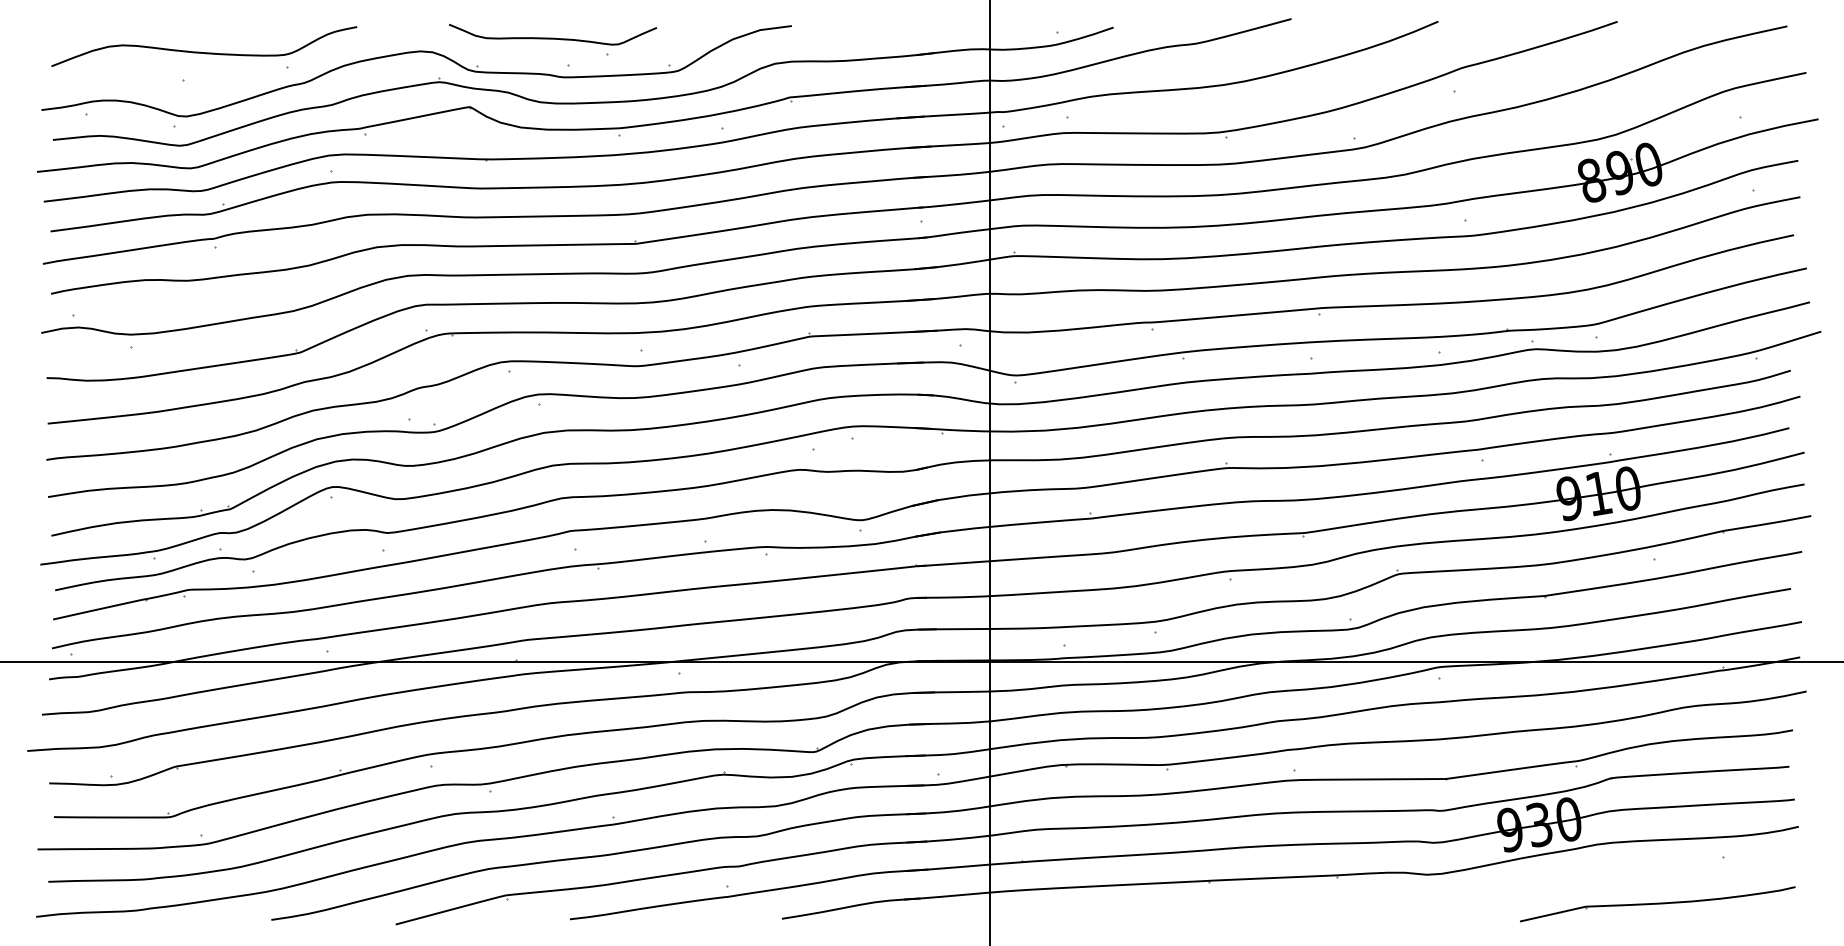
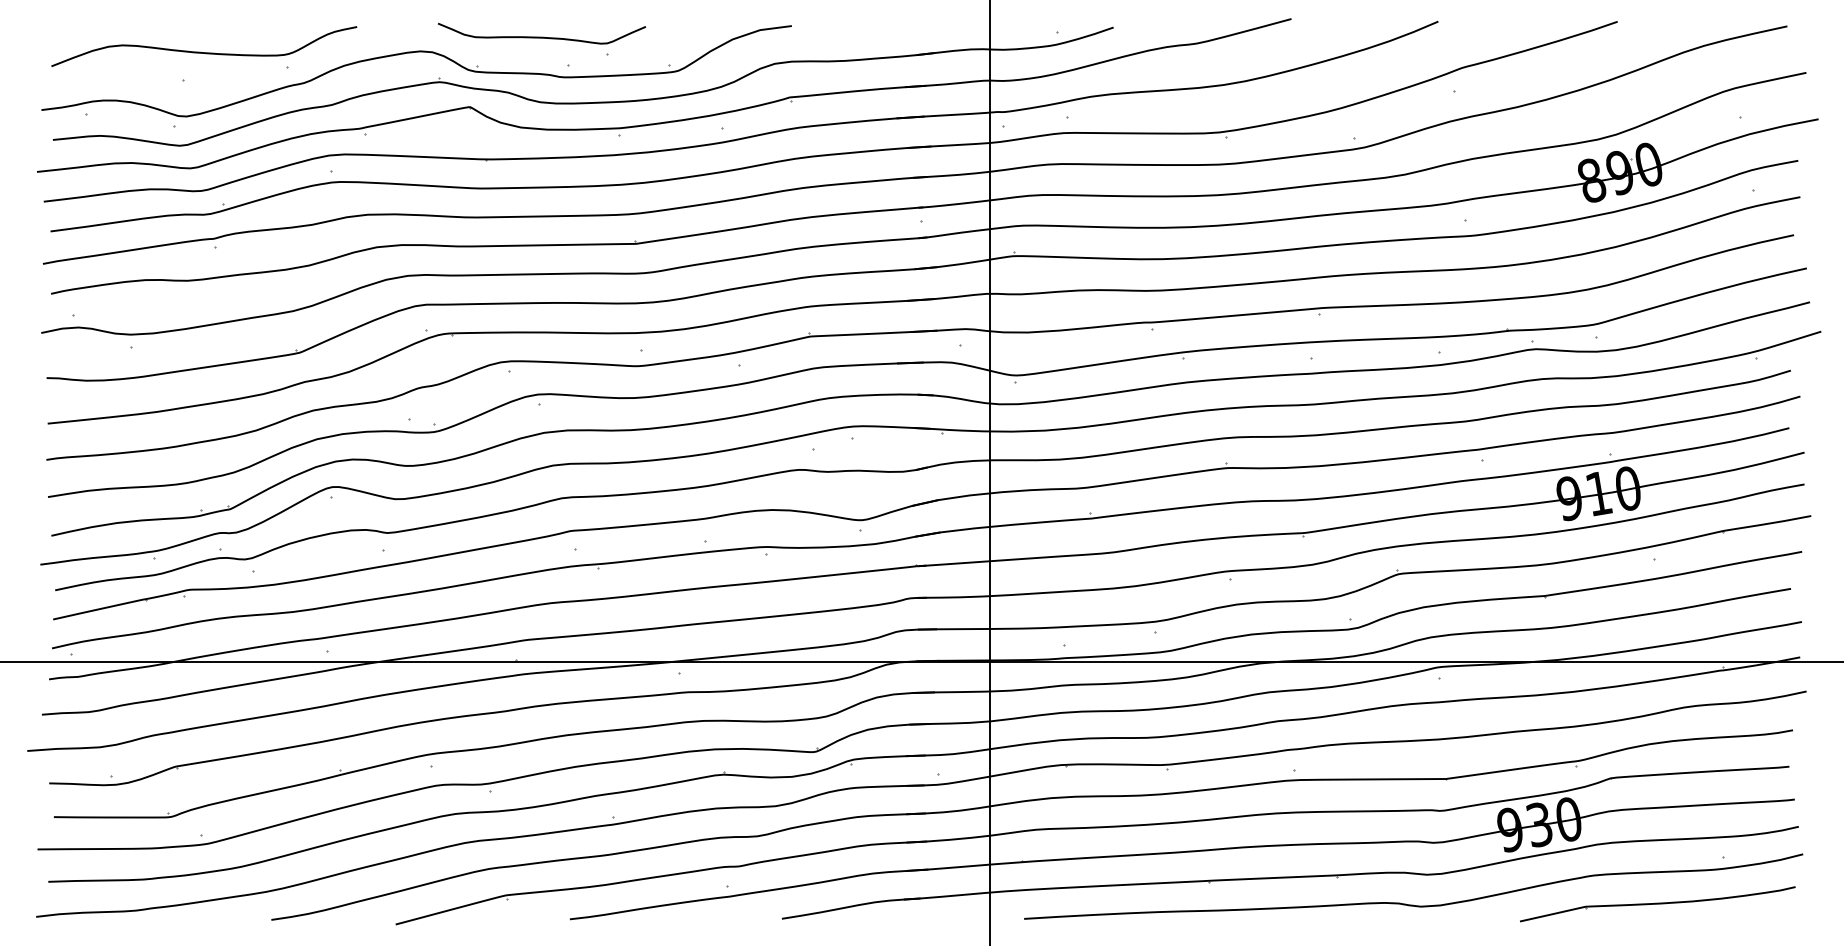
curve at (553, 37) position: (553, 37) -> (542, 36)
curve at (1413, 904): none -> present
